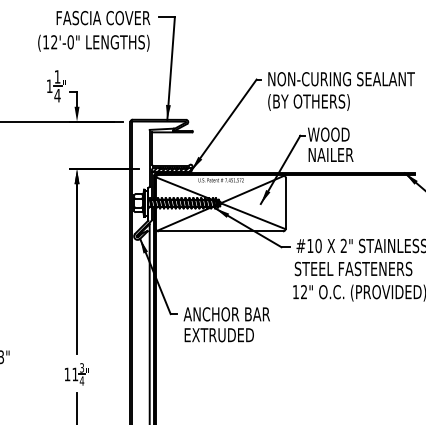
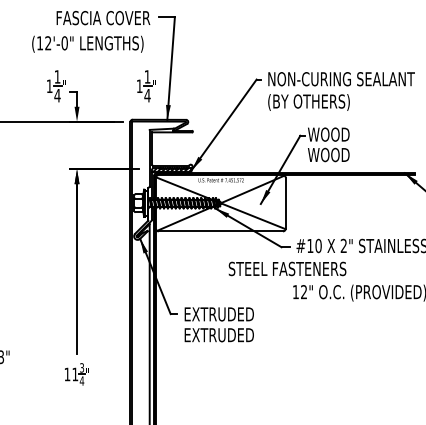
text at (93, 42) position: (93, 42) -> (87, 43)
part at (146, 86): none -> present
text at (330, 154): NAILER -> WOOD
text at (353, 268) position: (353, 268) -> (287, 268)
text at (226, 314): ANCHOR BAR -> EXTRUDED
line at (77, 406): present -> none
